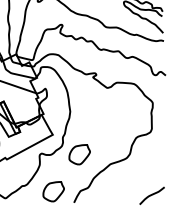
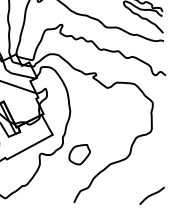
part at (53, 191): present -> none
